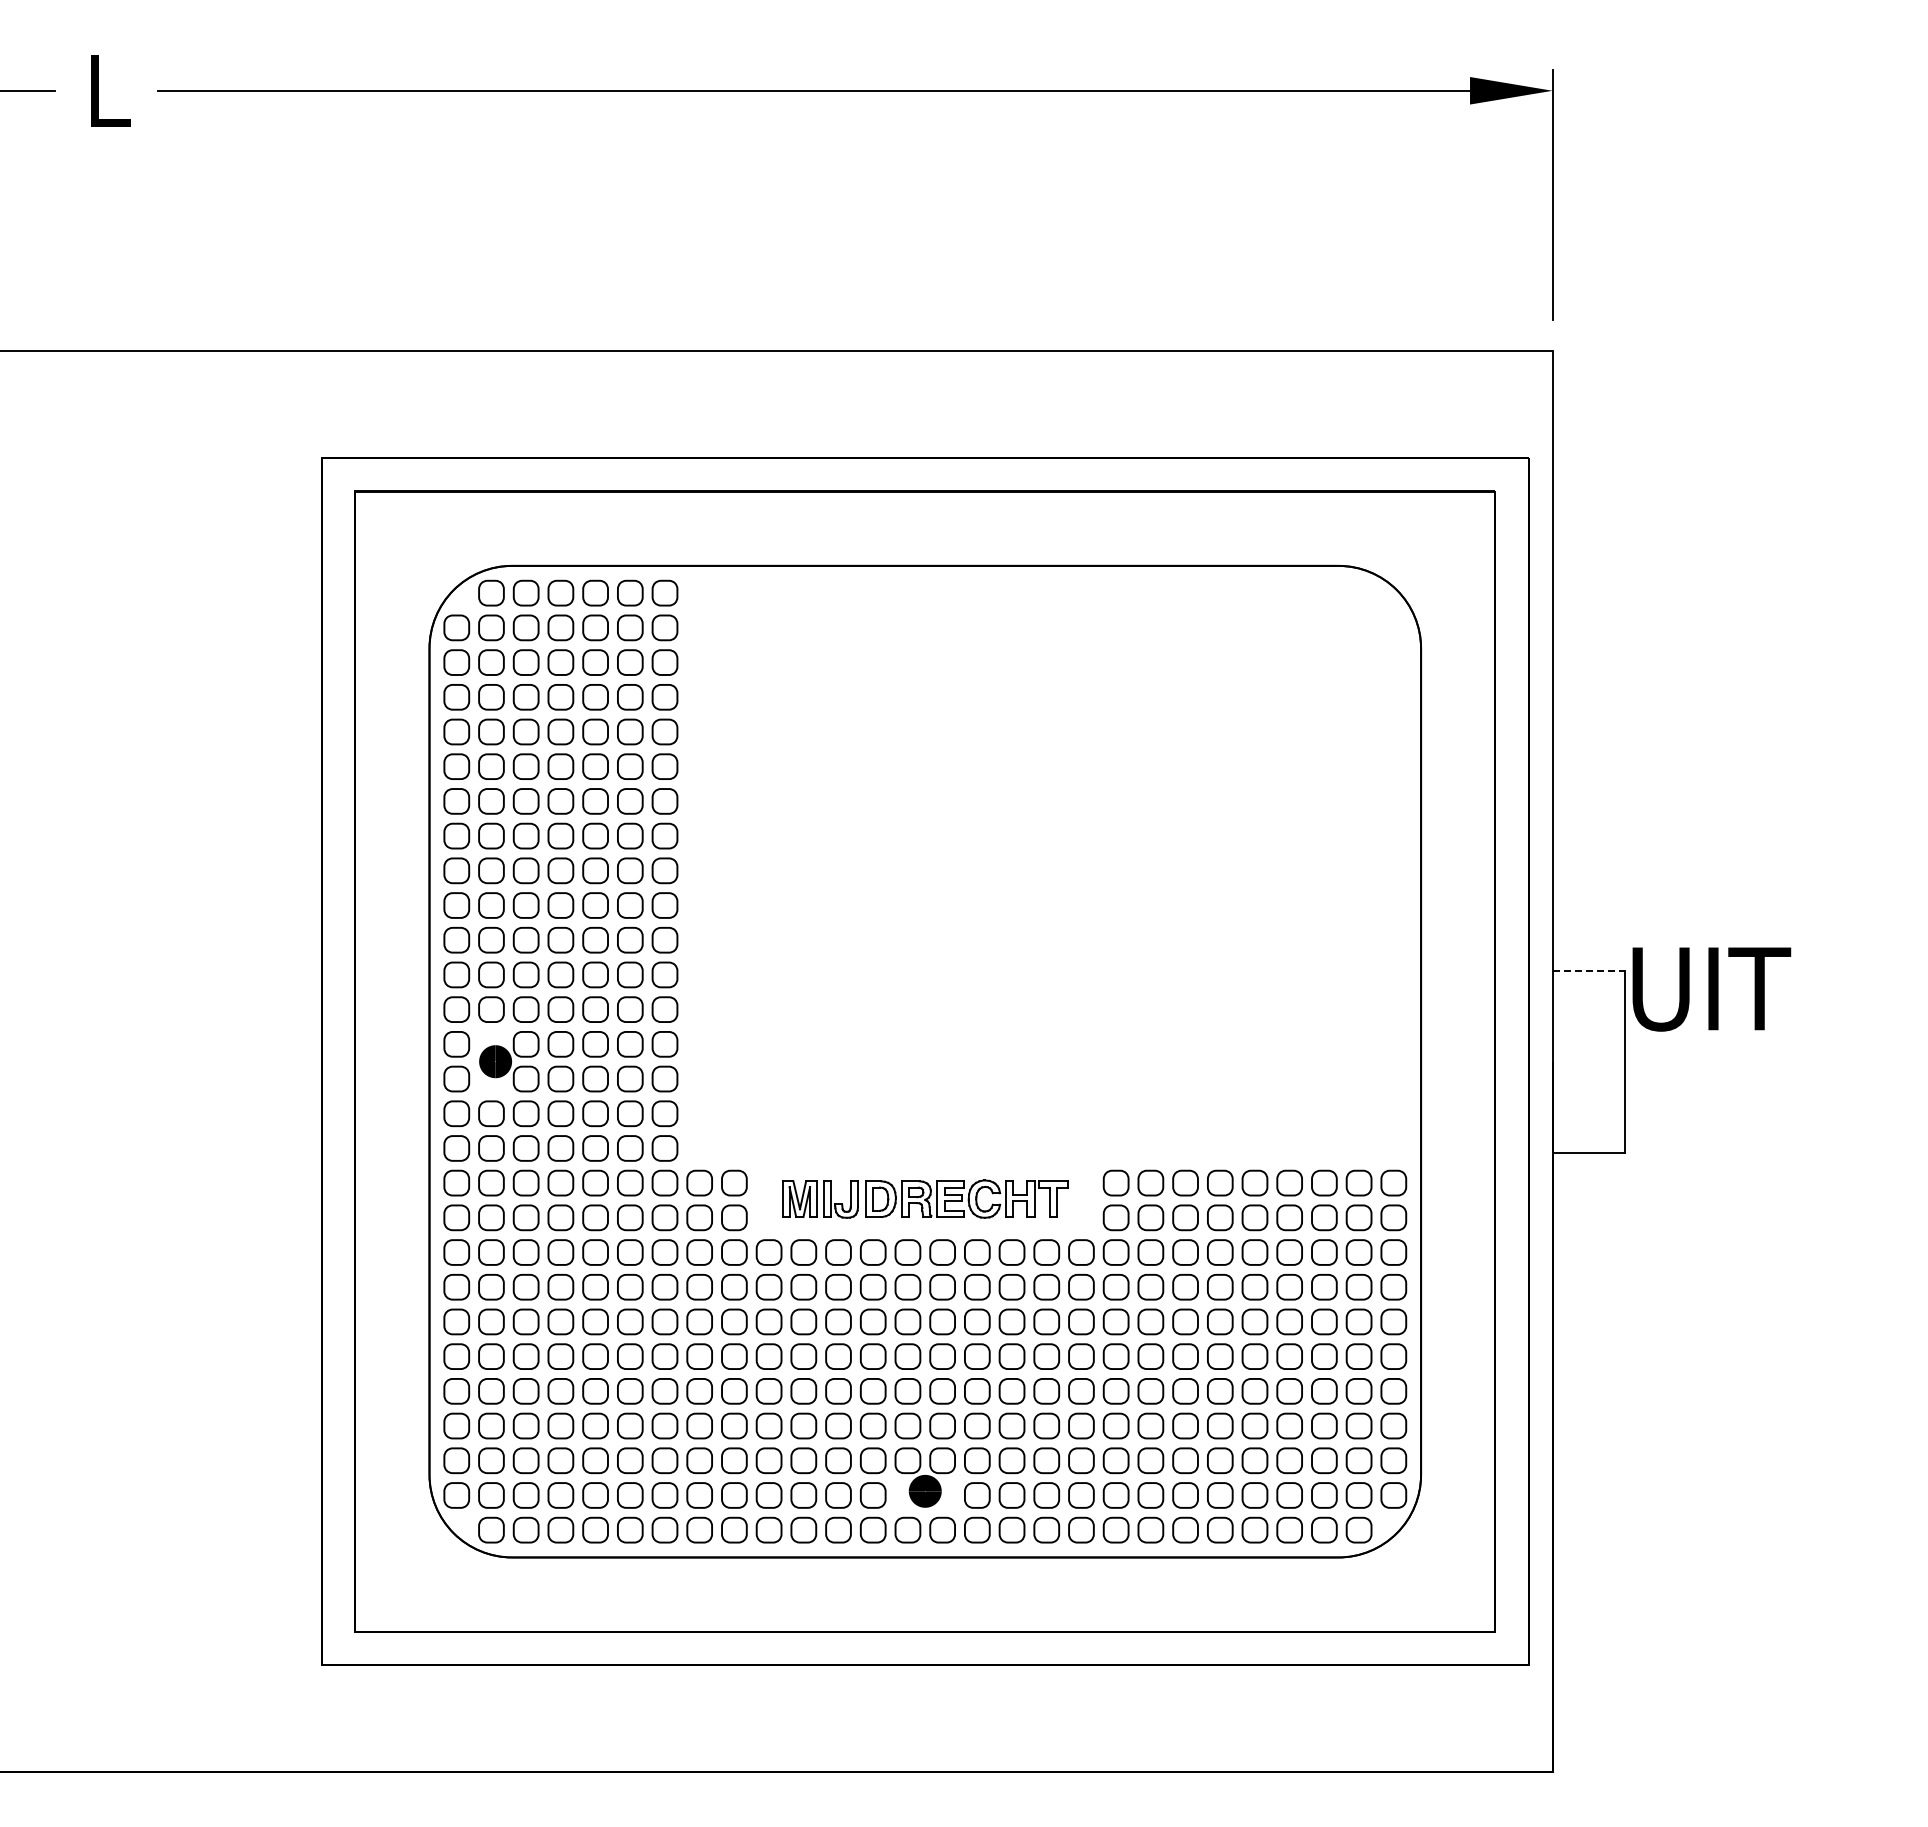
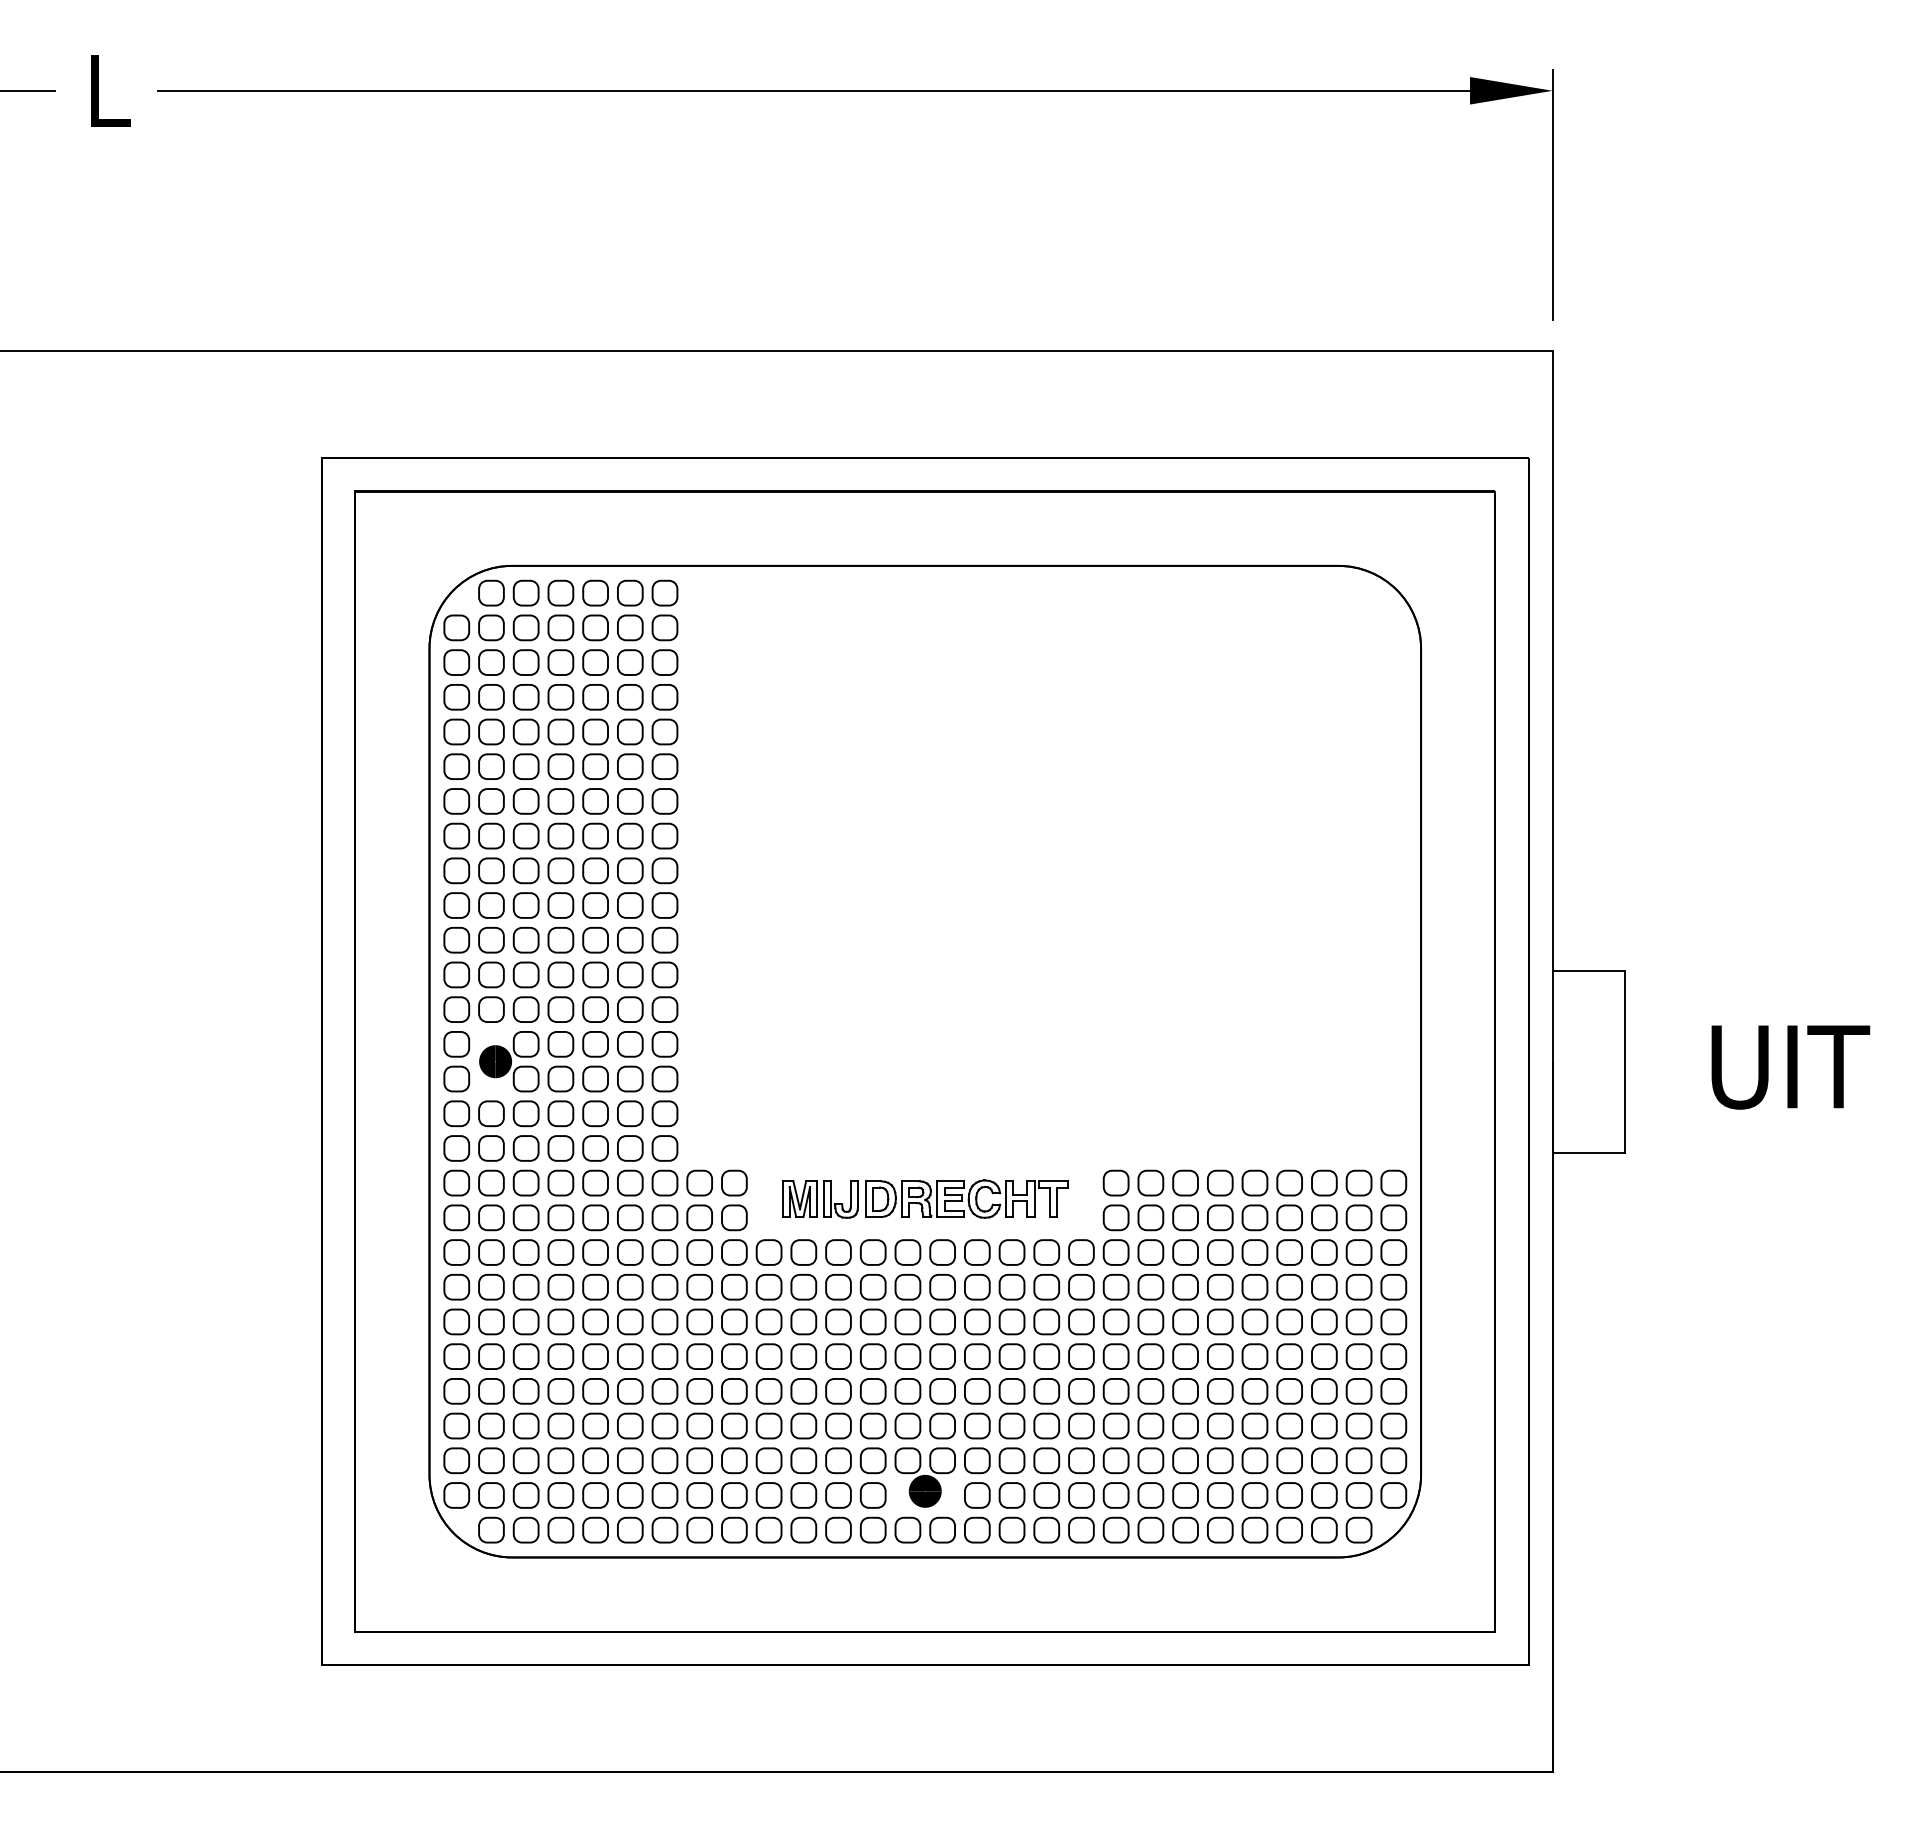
line at (1589, 970): dashed -> solid
text at (1711, 989) position: (1711, 989) -> (1790, 1067)
